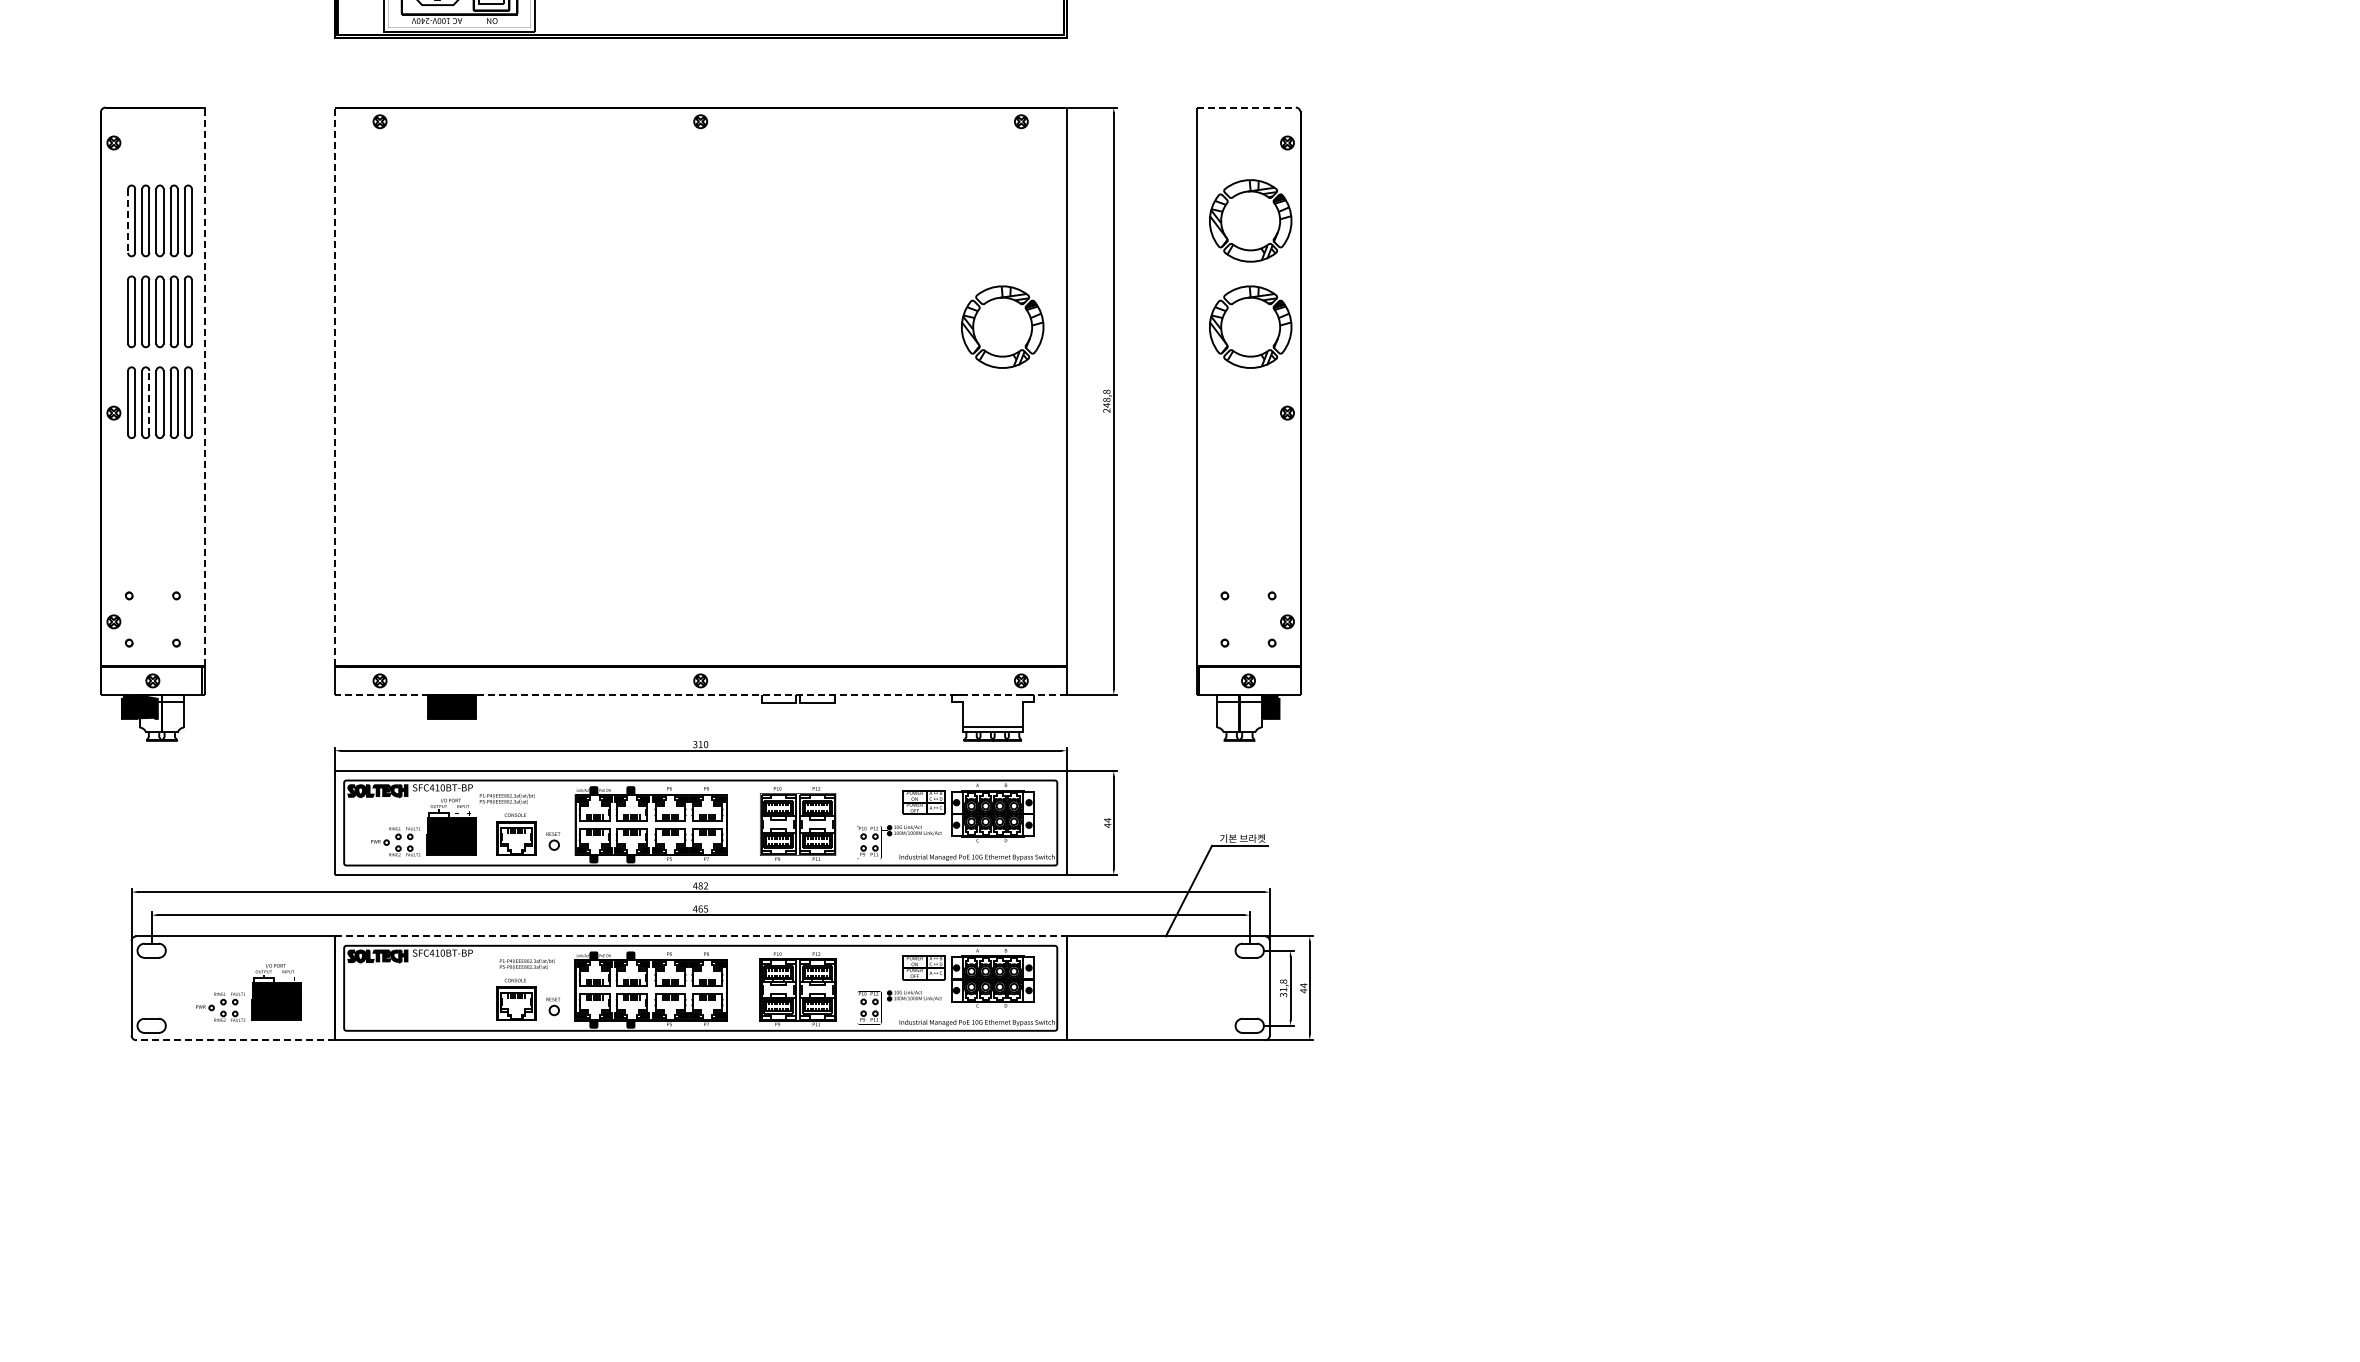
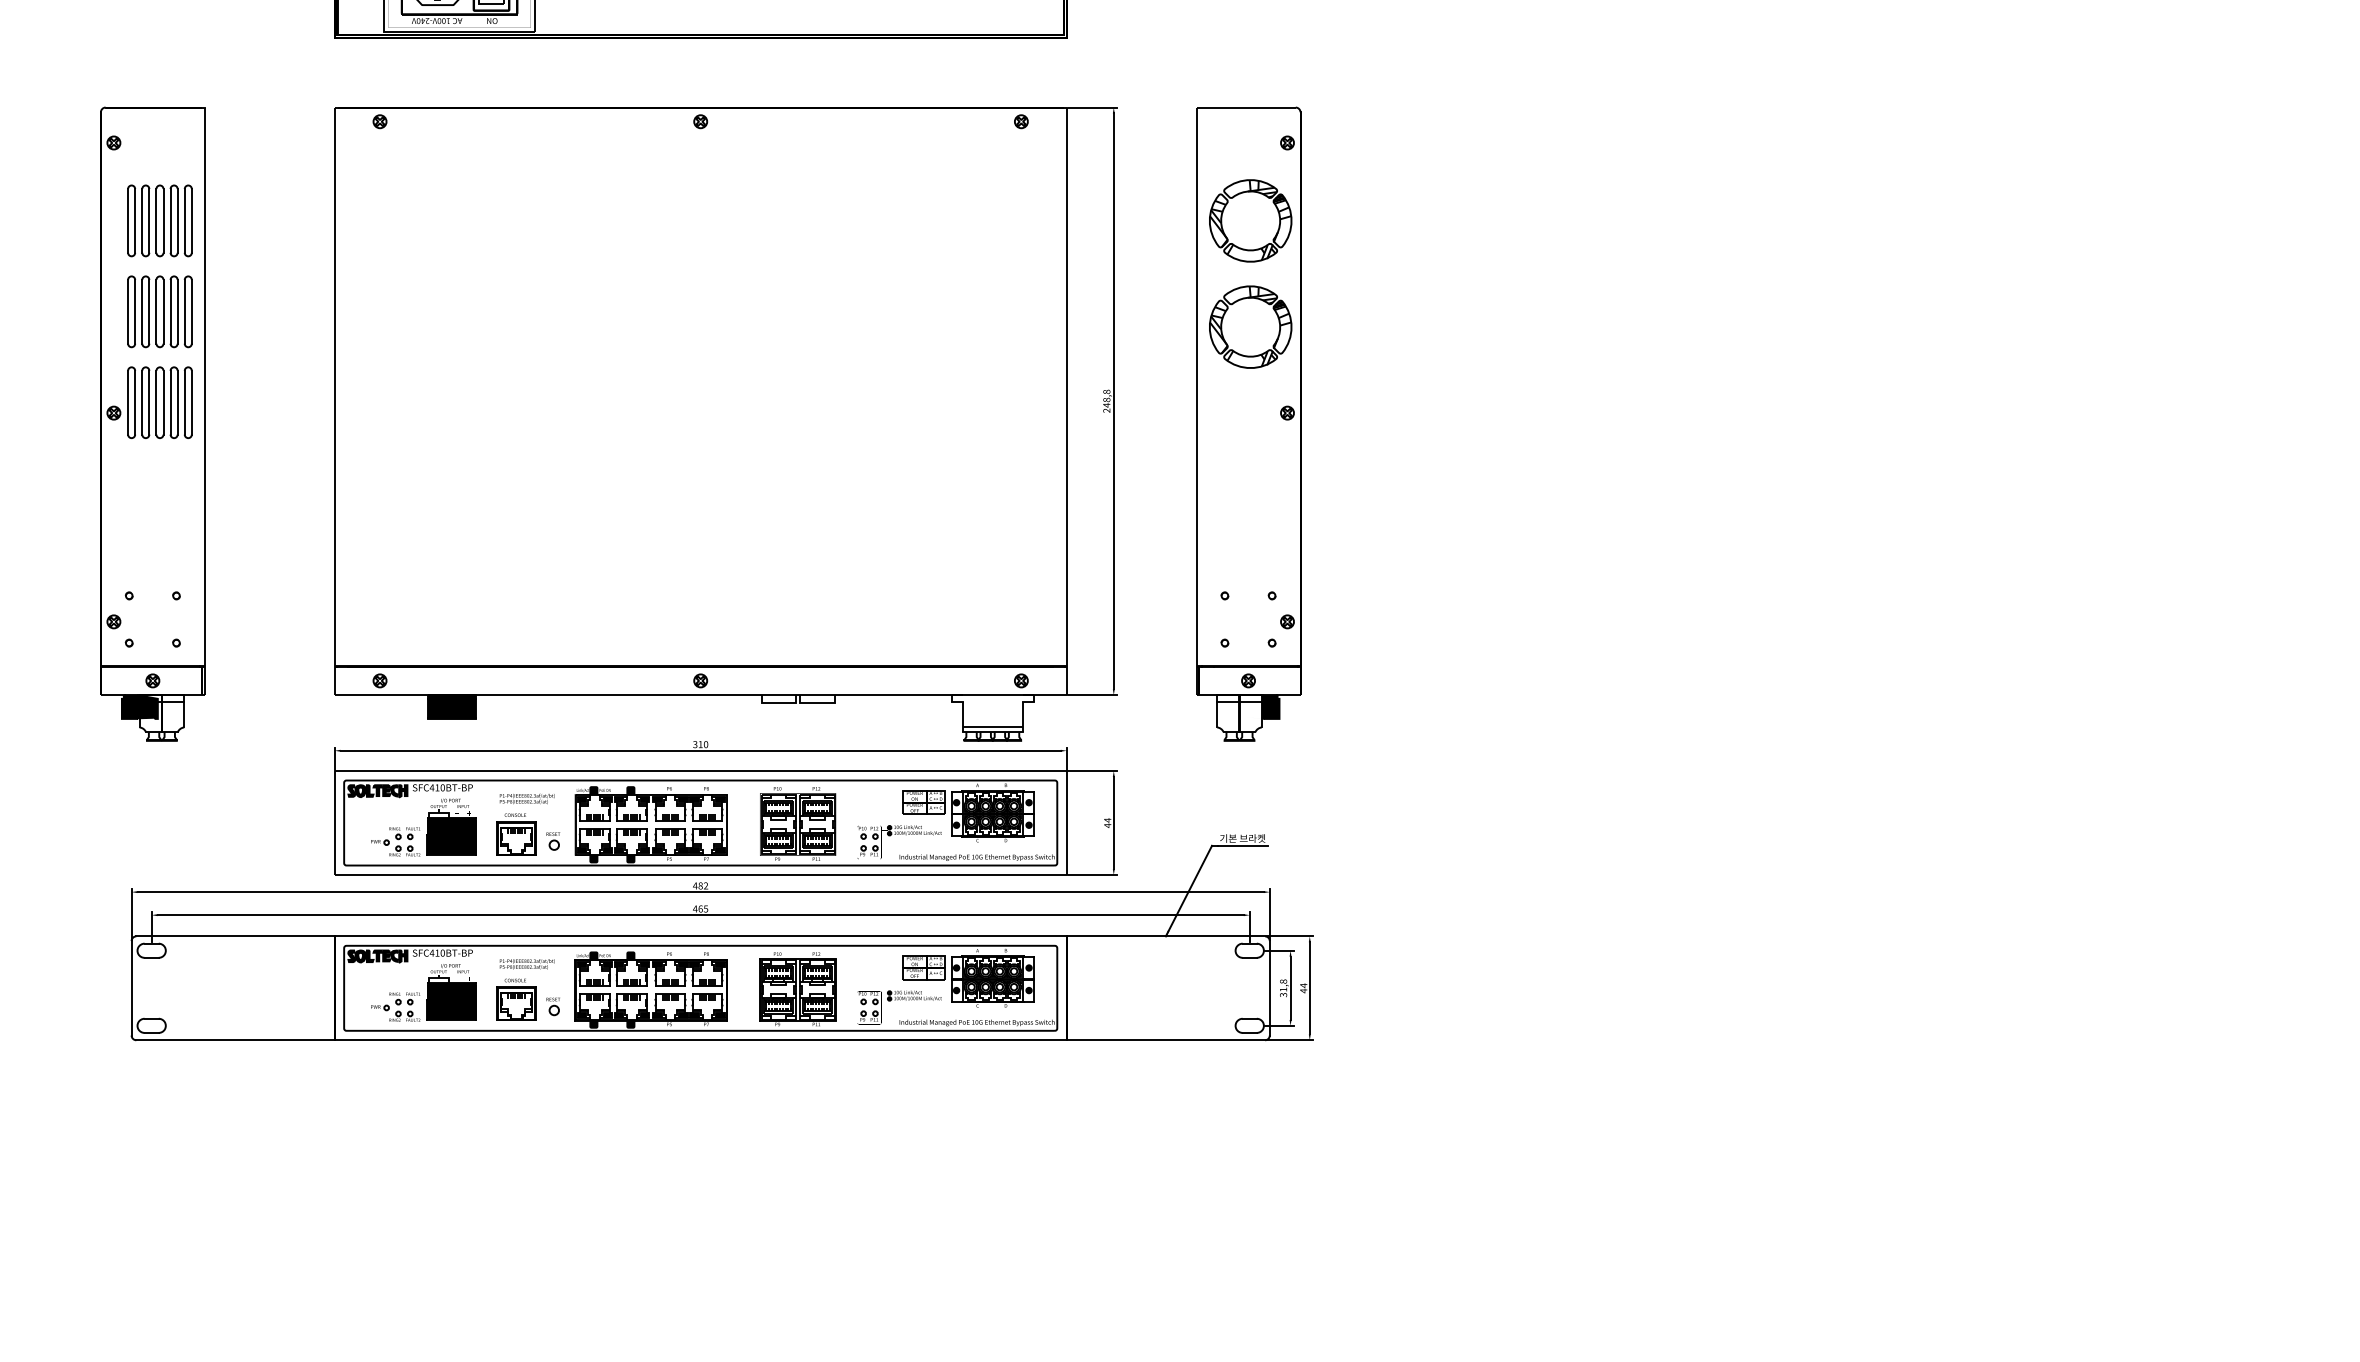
line at (1246, 107): dashed -> solid
line at (128, 220): dashed -> solid
part at (997, 299): present -> none
line at (204, 386): dashed -> solid
line at (334, 386): dashed -> solid
line at (149, 402): dashed -> solid
line at (700, 695): dashed -> solid
text at (506, 798) position: (506, 798) -> (526, 798)
line at (701, 936): dashed -> solid
part at (248, 992) position: (248, 992) -> (423, 992)
line at (235, 1040): dashed -> solid
